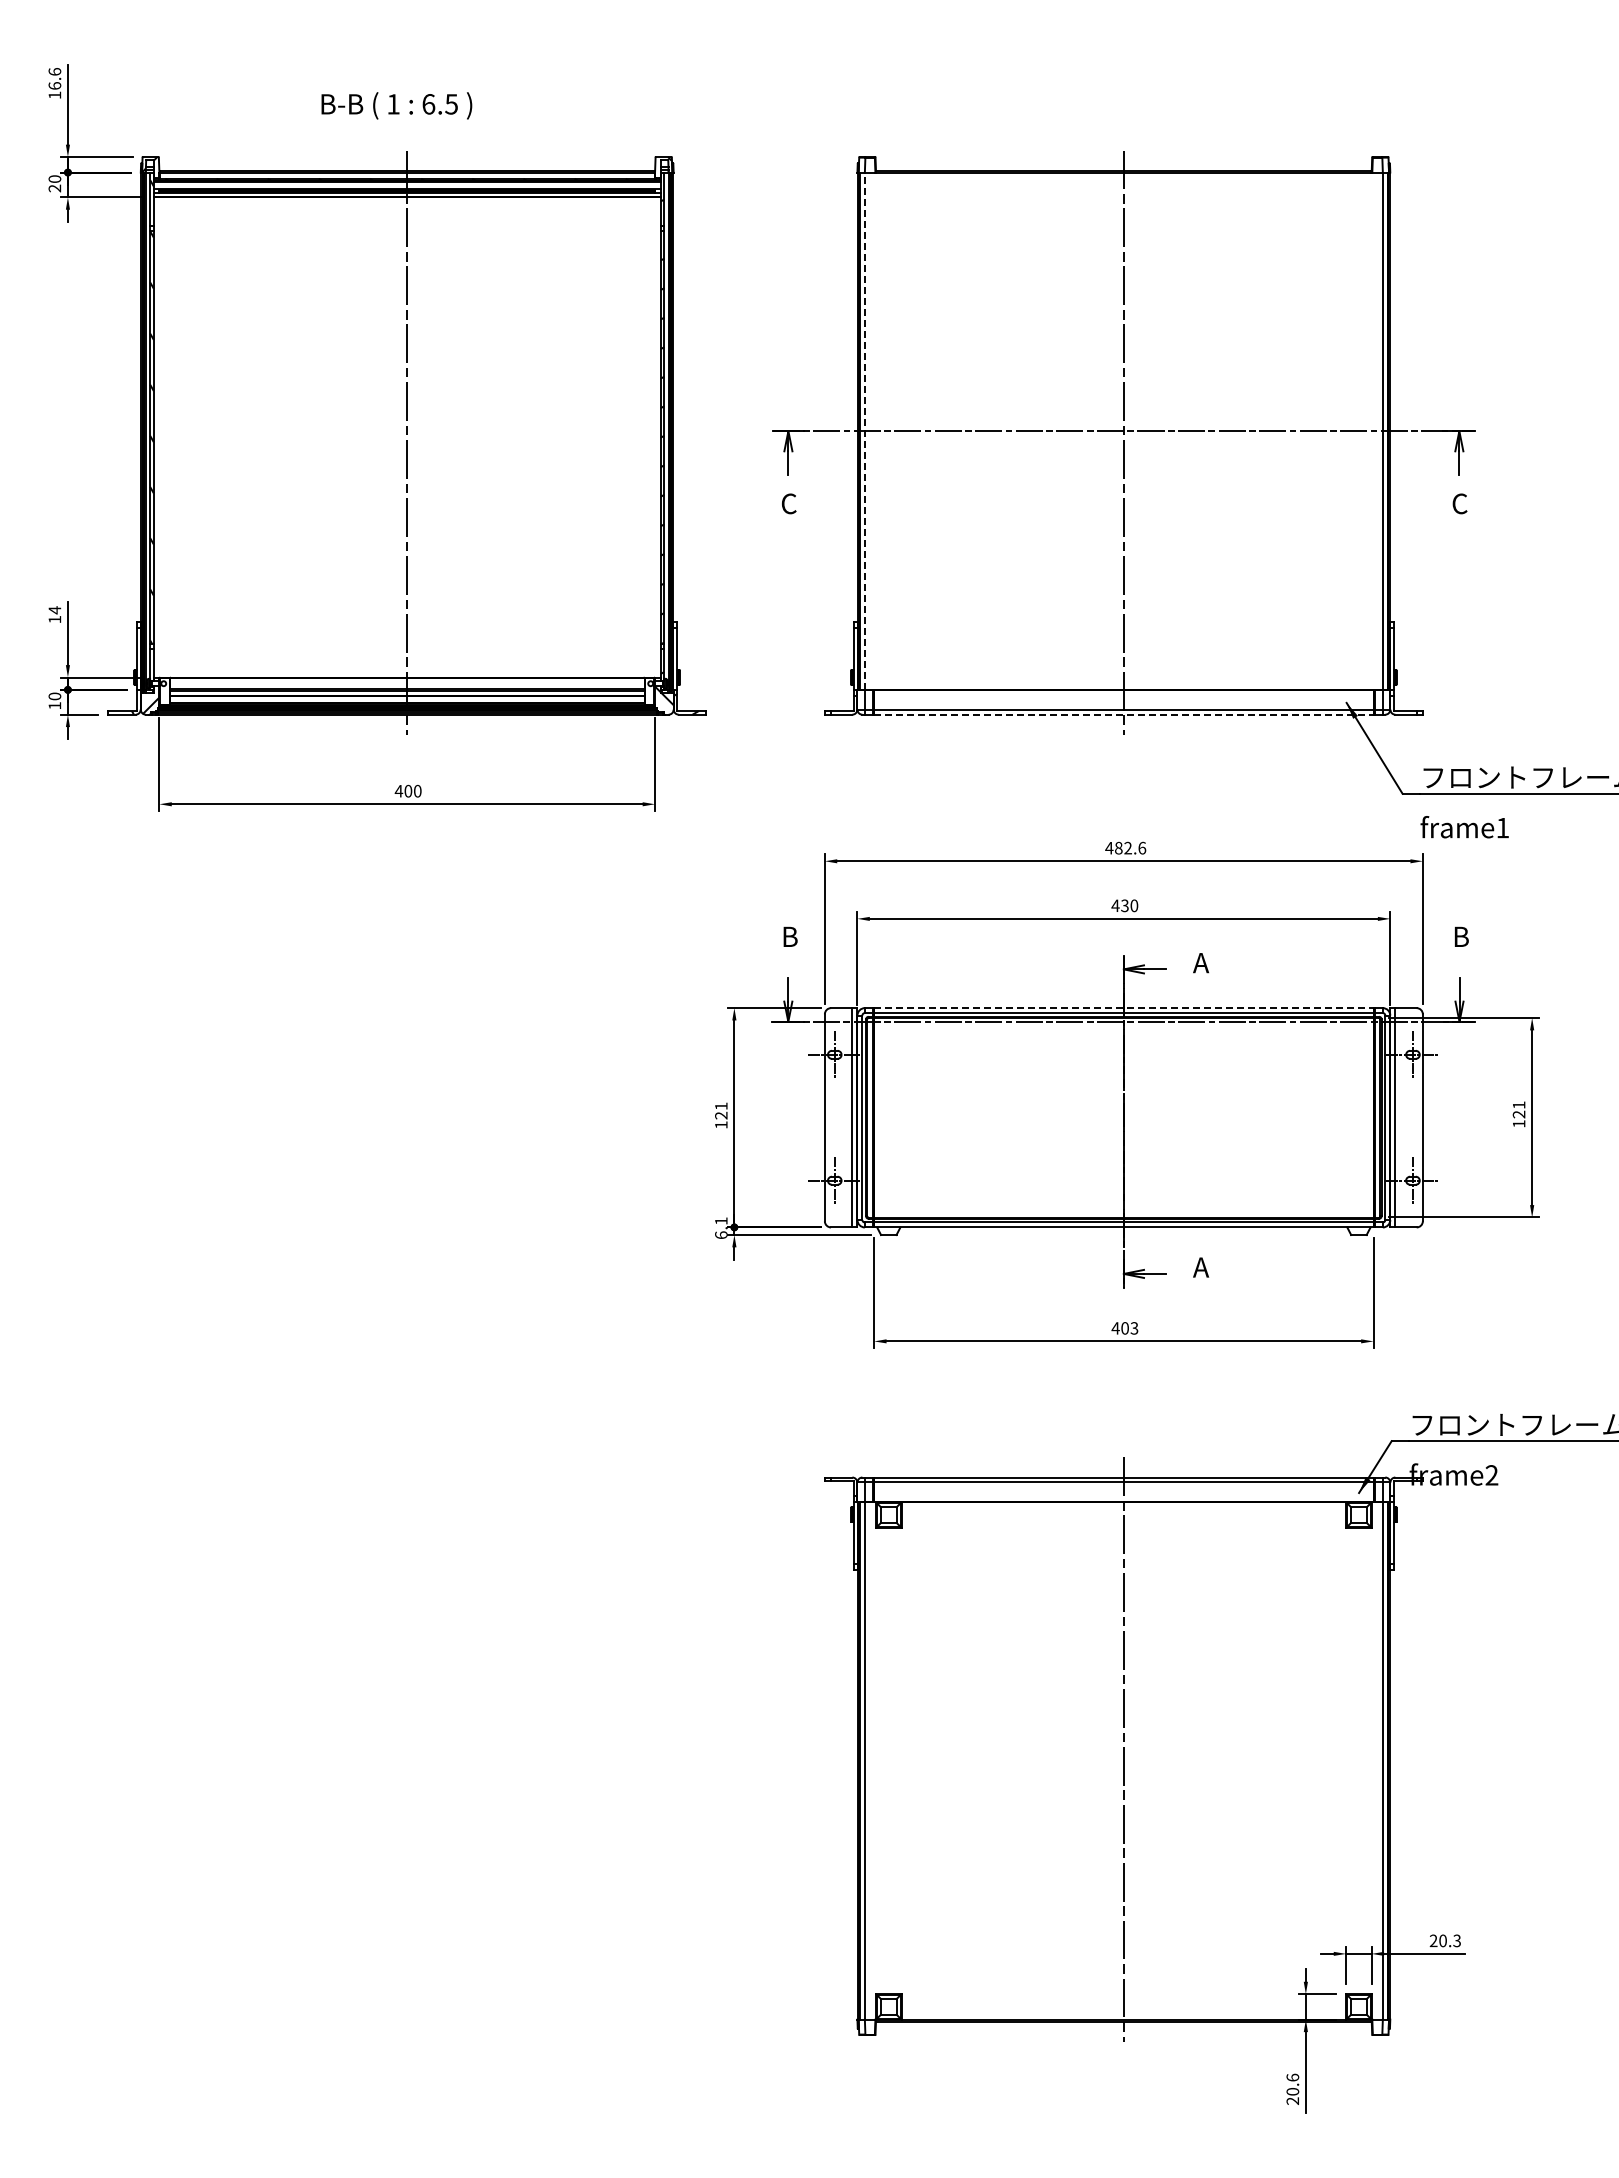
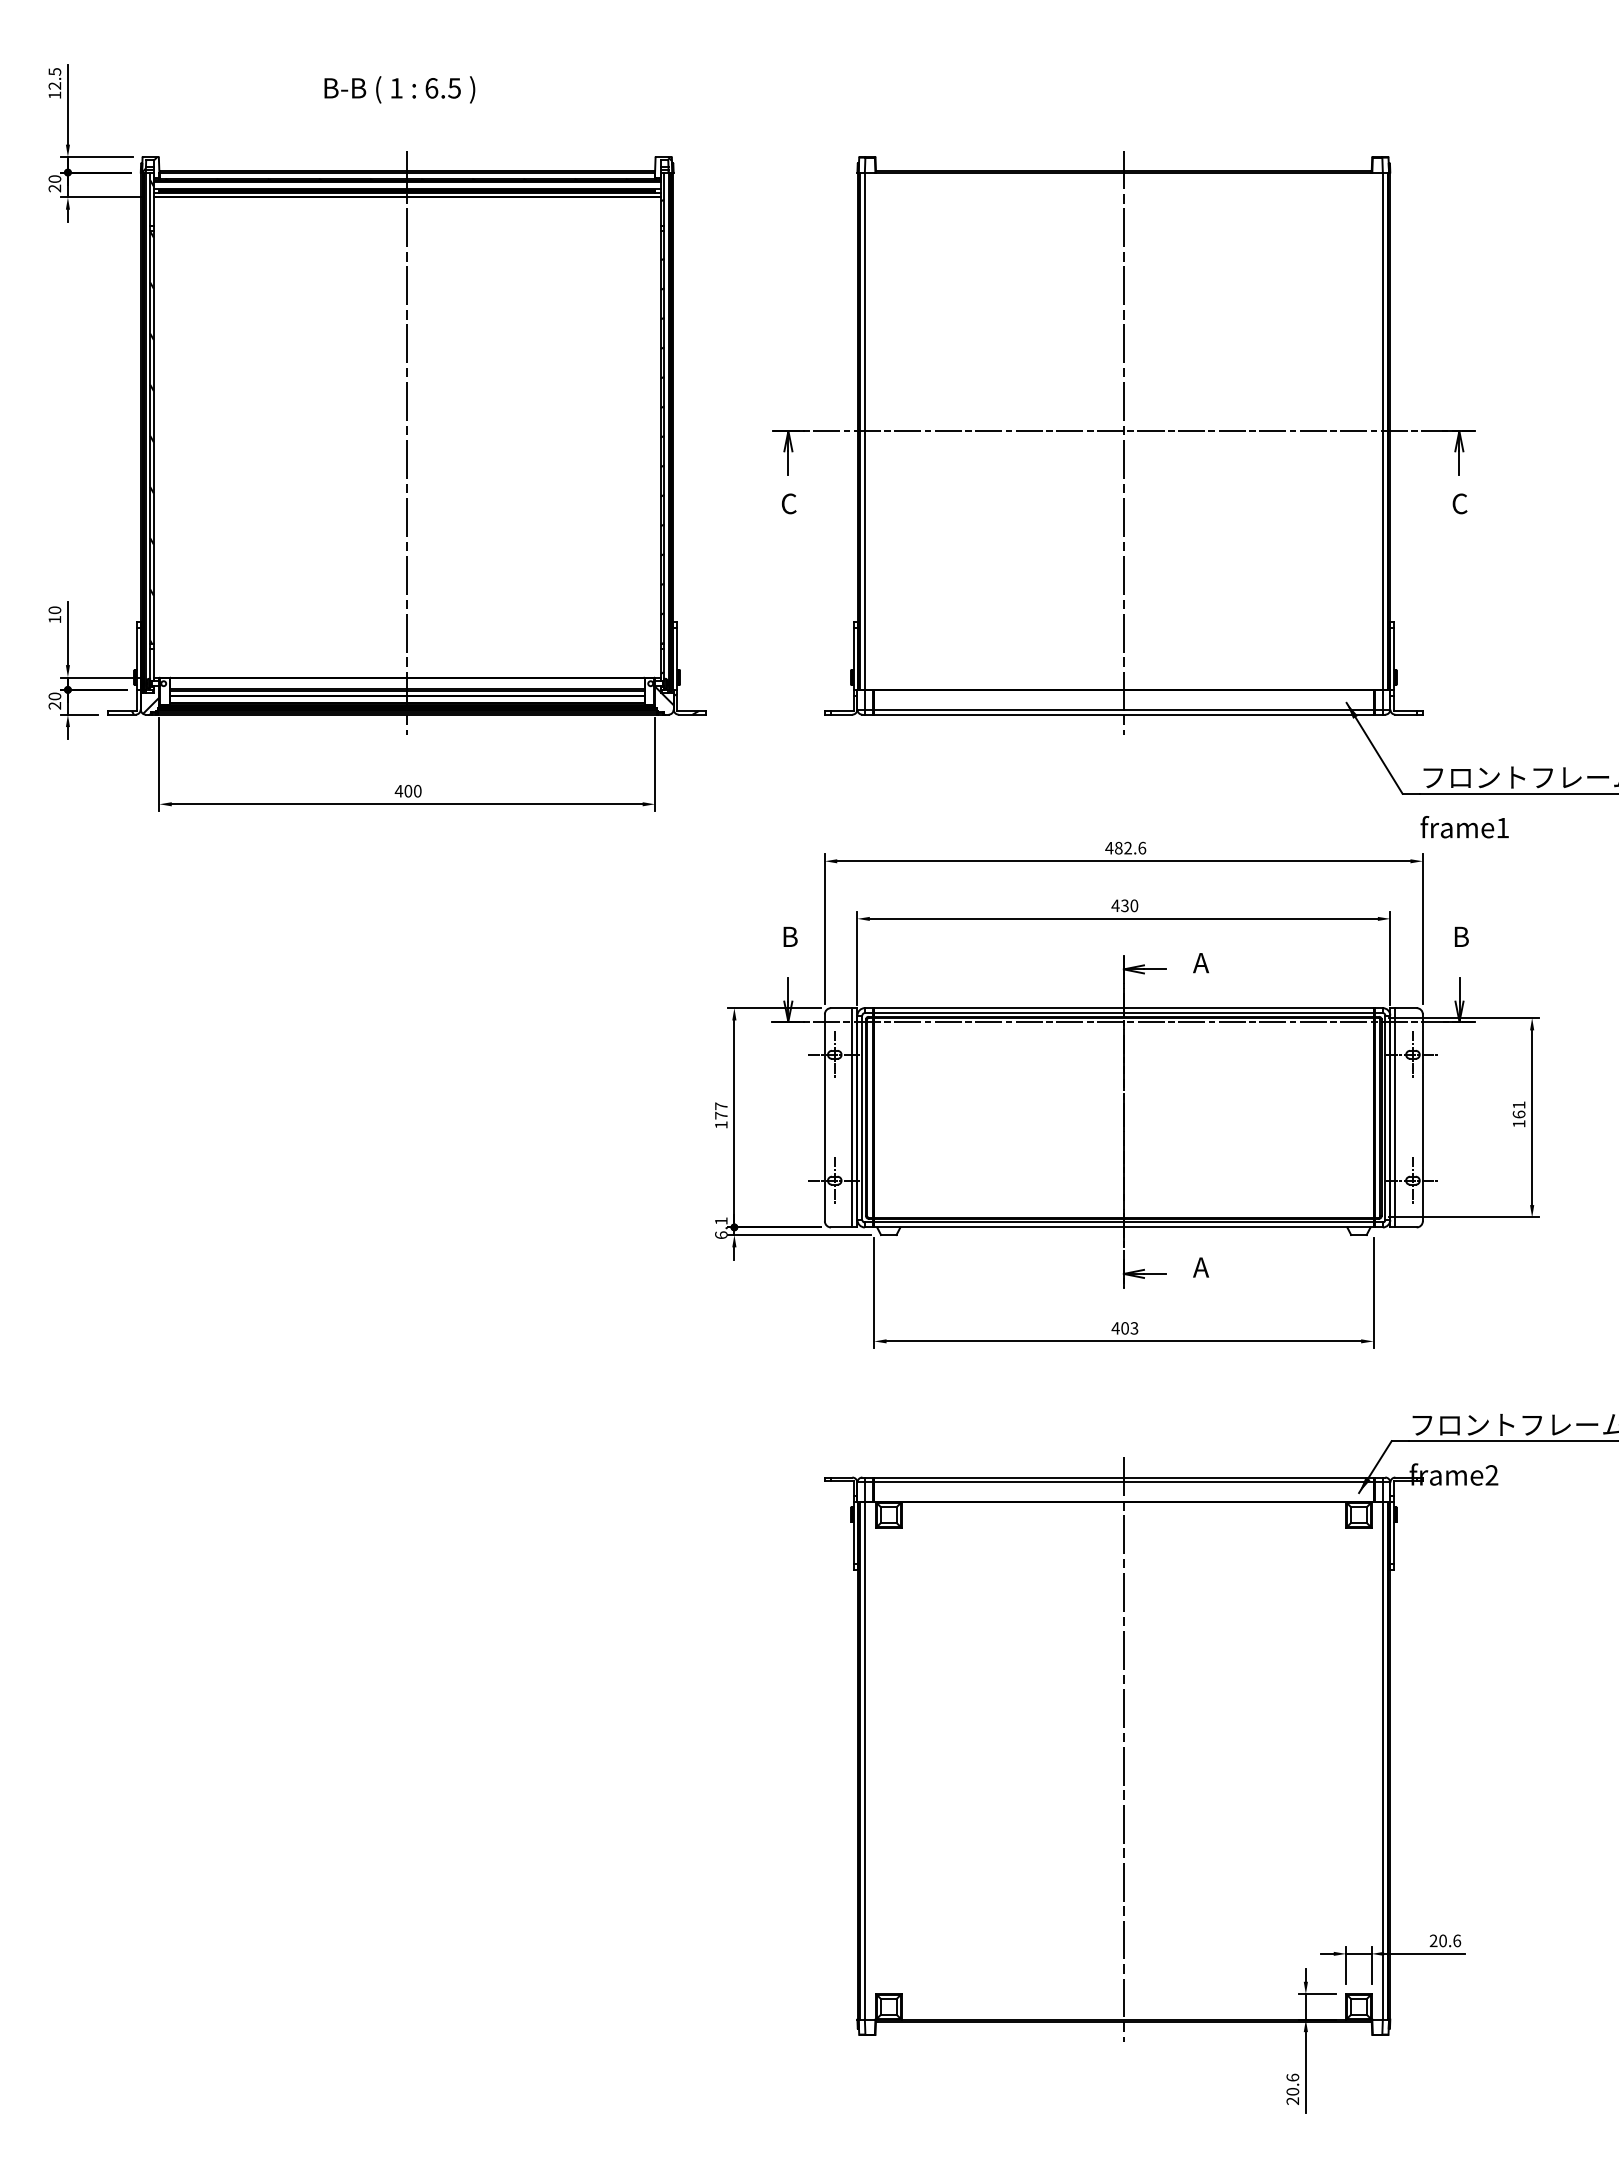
text at (54, 78): 16.6 -> 12.5
text at (396, 105) position: (396, 105) -> (399, 89)
line at (865, 431): dashed -> solid
text at (54, 610): 14 -> 10
text at (54, 705): 10 -> 20
line at (1123, 714): dashed -> solid
line at (1123, 1008): dashed -> solid
text at (721, 1110): 121 -> 177
text at (1518, 1114): 121 -> 161
text at (1457, 1940): 20.3 -> 20.6
